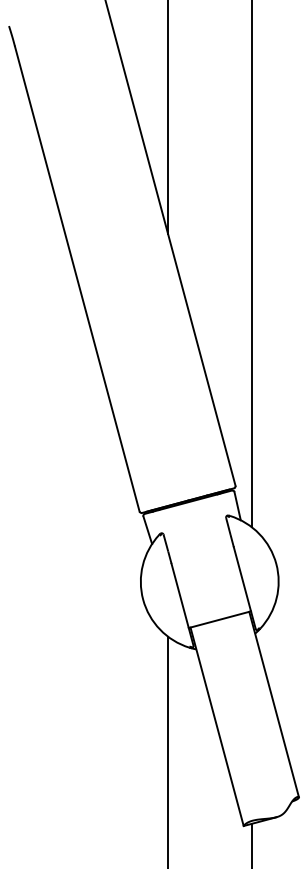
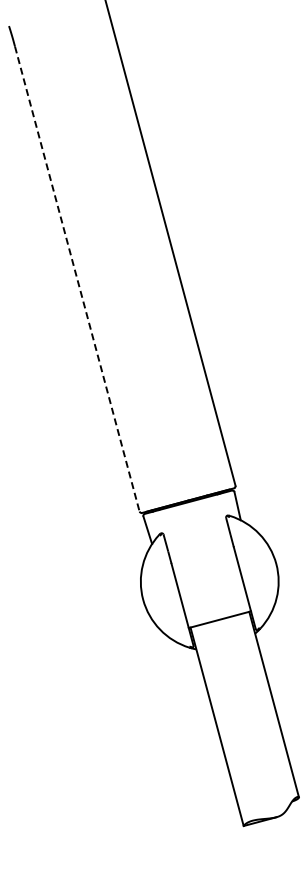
line at (167, 117): present -> none
line at (251, 264): present -> none
line at (77, 279): solid -> dashed
line at (167, 750): present -> none
line at (251, 844): present -> none
